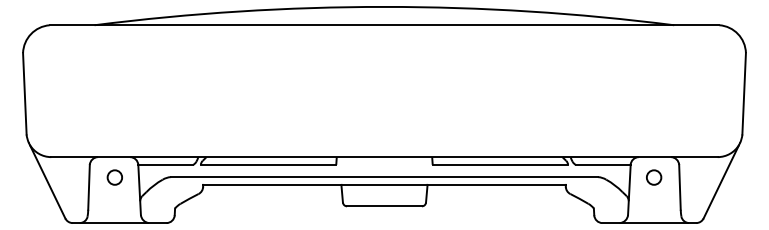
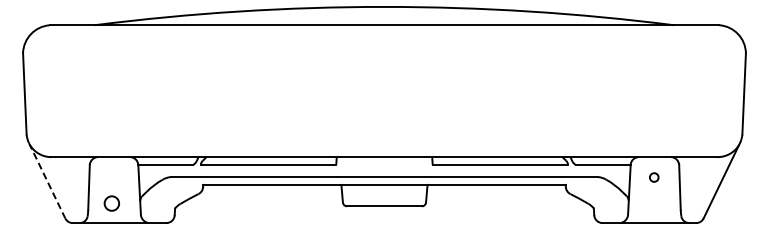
circle at (114, 177) position: (114, 177) -> (111, 203)
circle at (654, 177) size: 17x17 px -> 11x11 px
line at (47, 180): solid -> dashed
